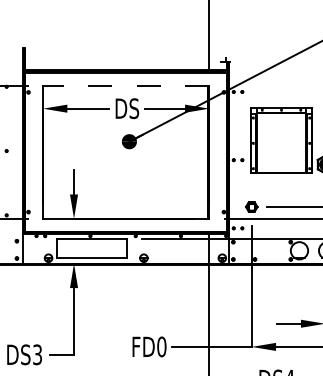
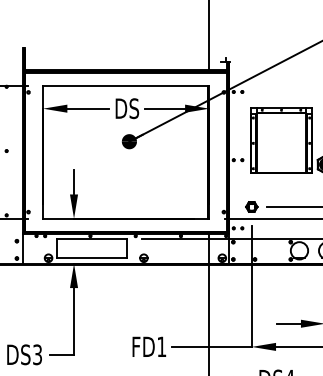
line at (125, 85): dashed -> solid
text at (161, 346): FD0 -> FD1
